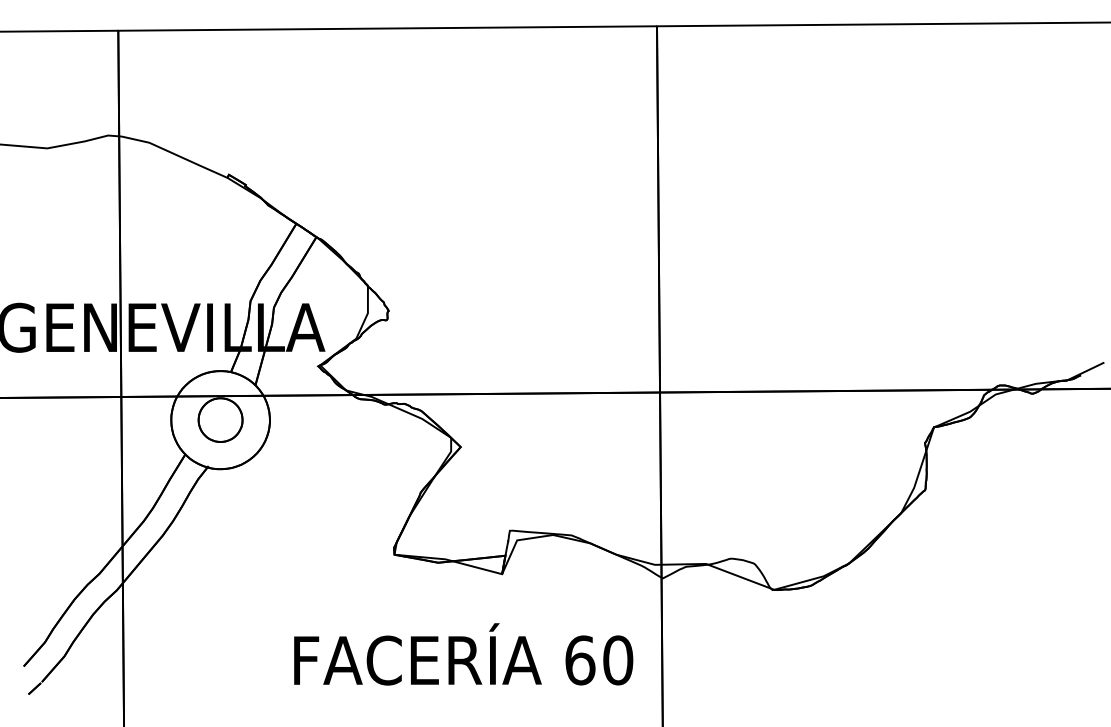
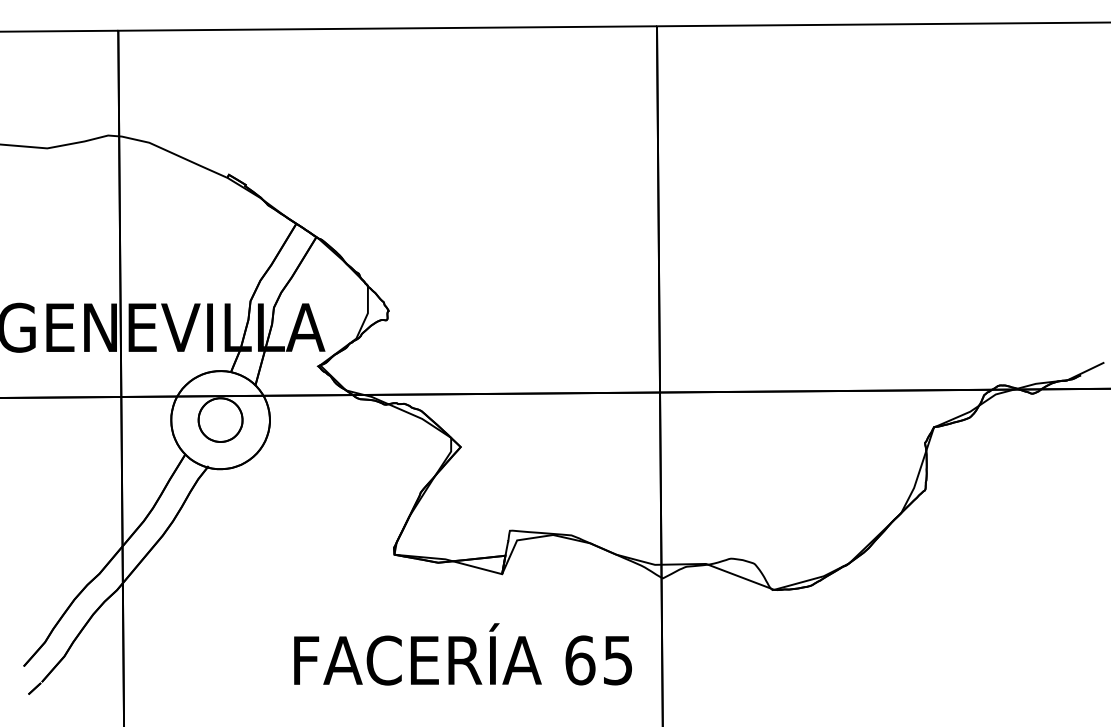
text at (618, 660): 60 -> 65
